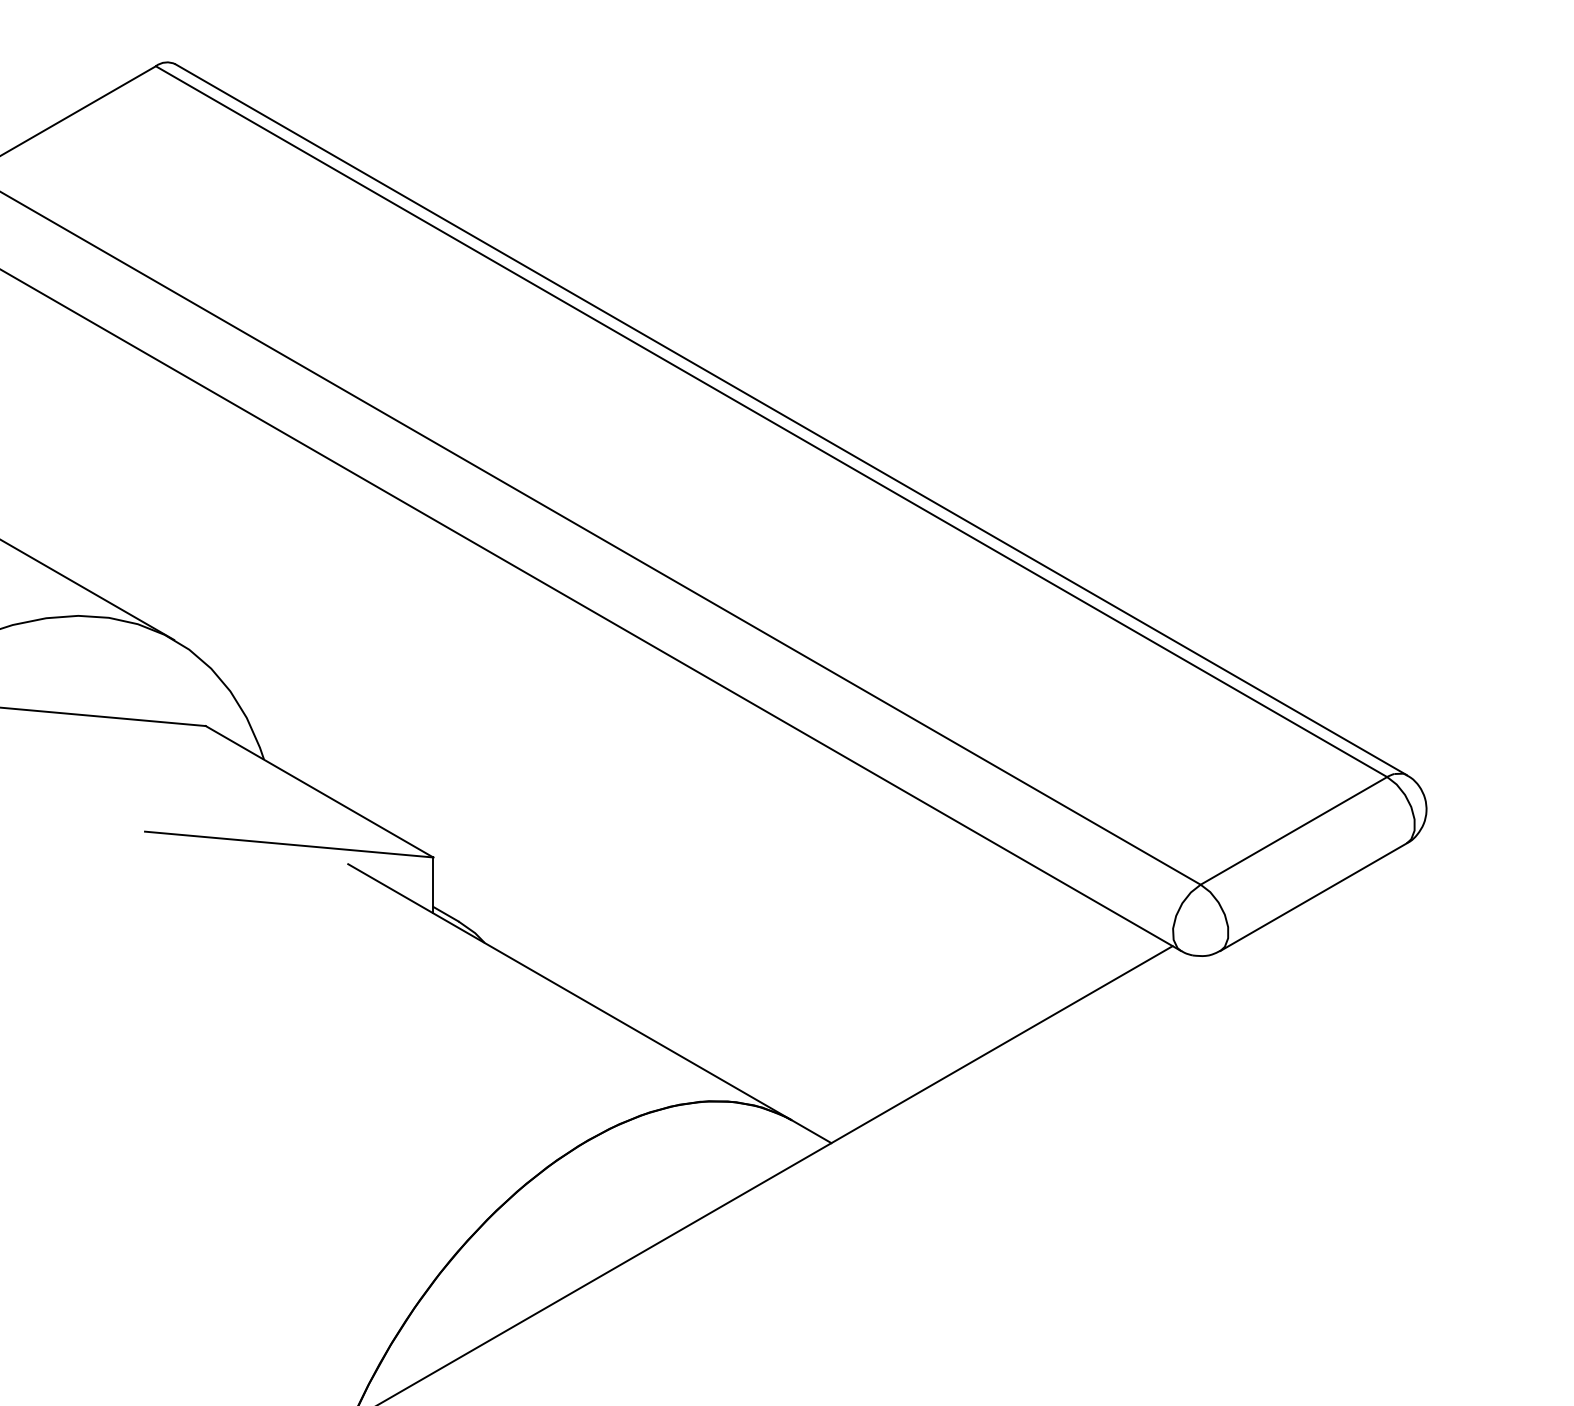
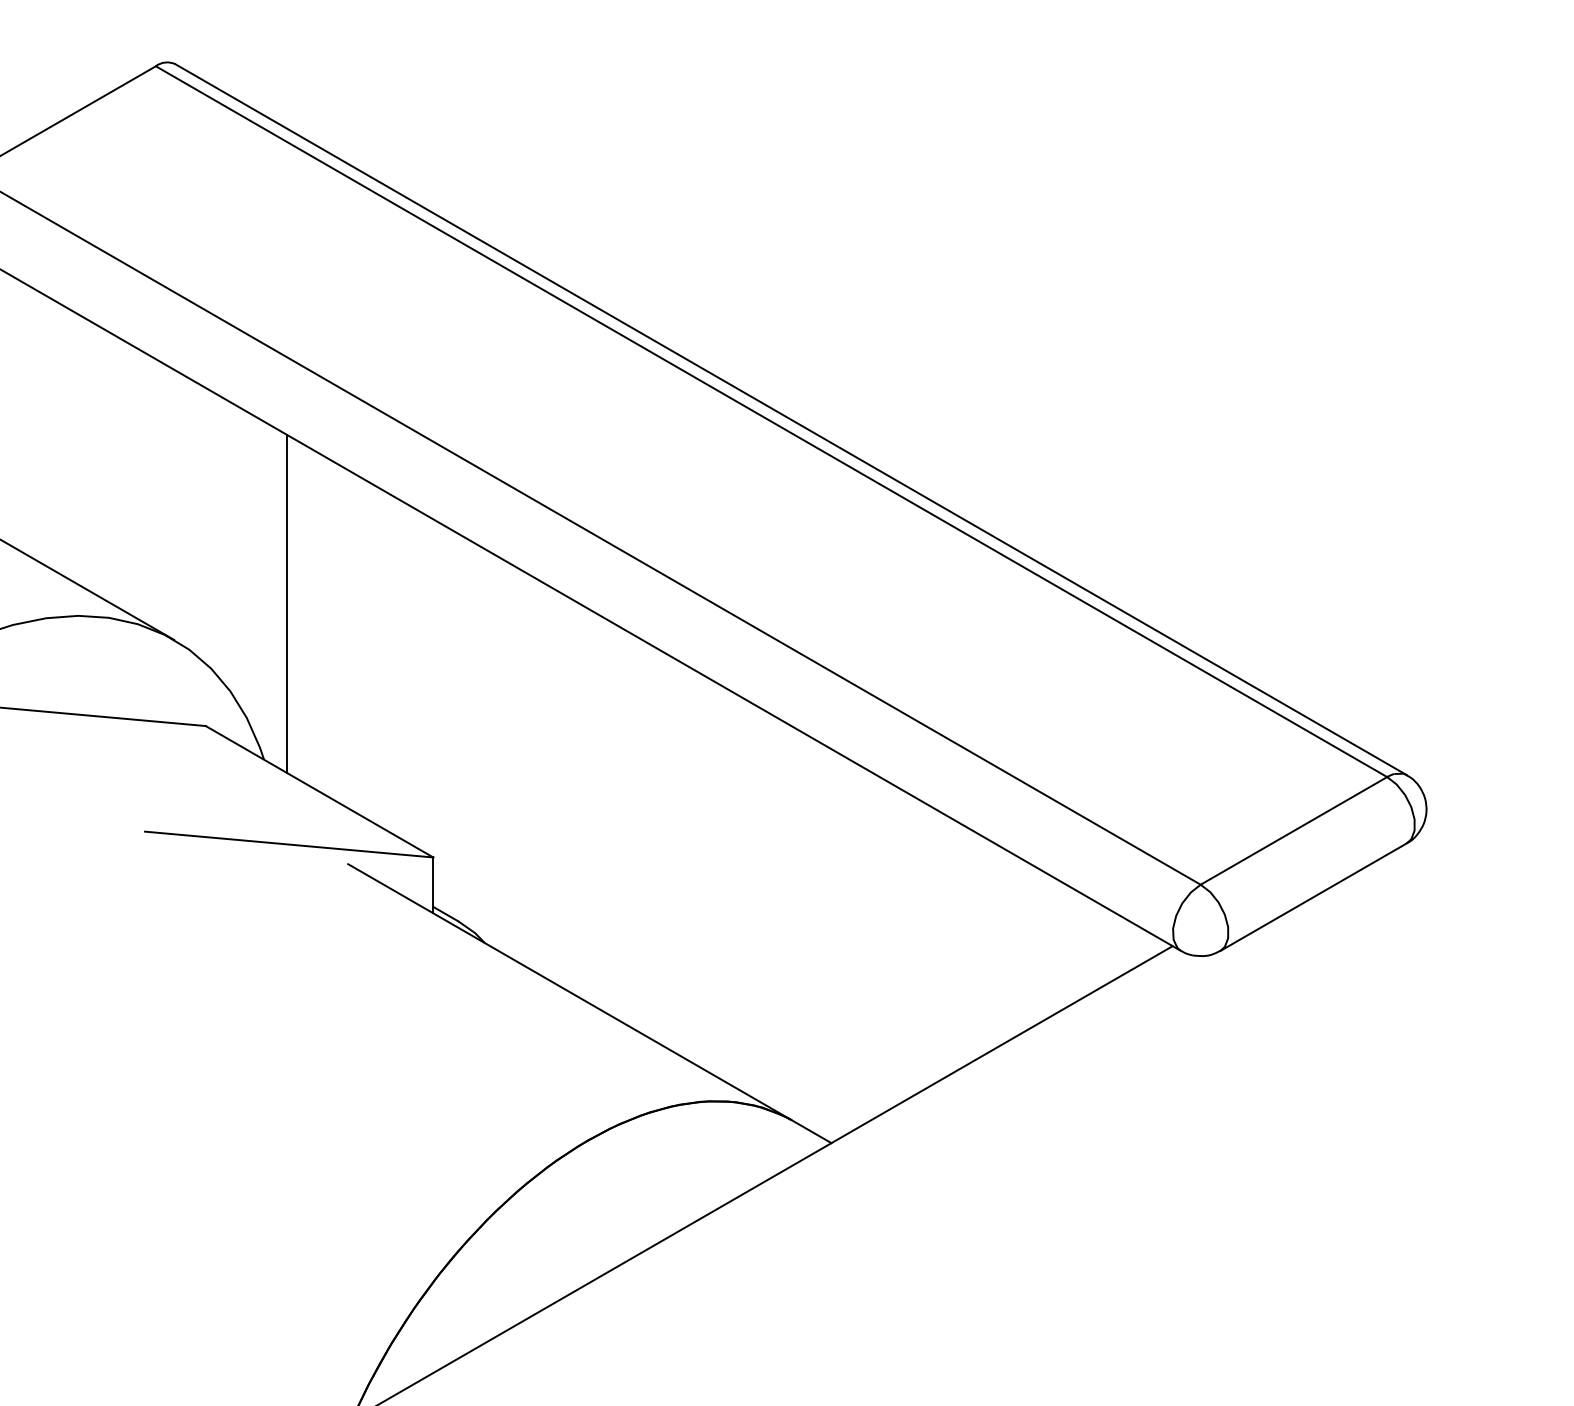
line at (286, 603): none -> present
